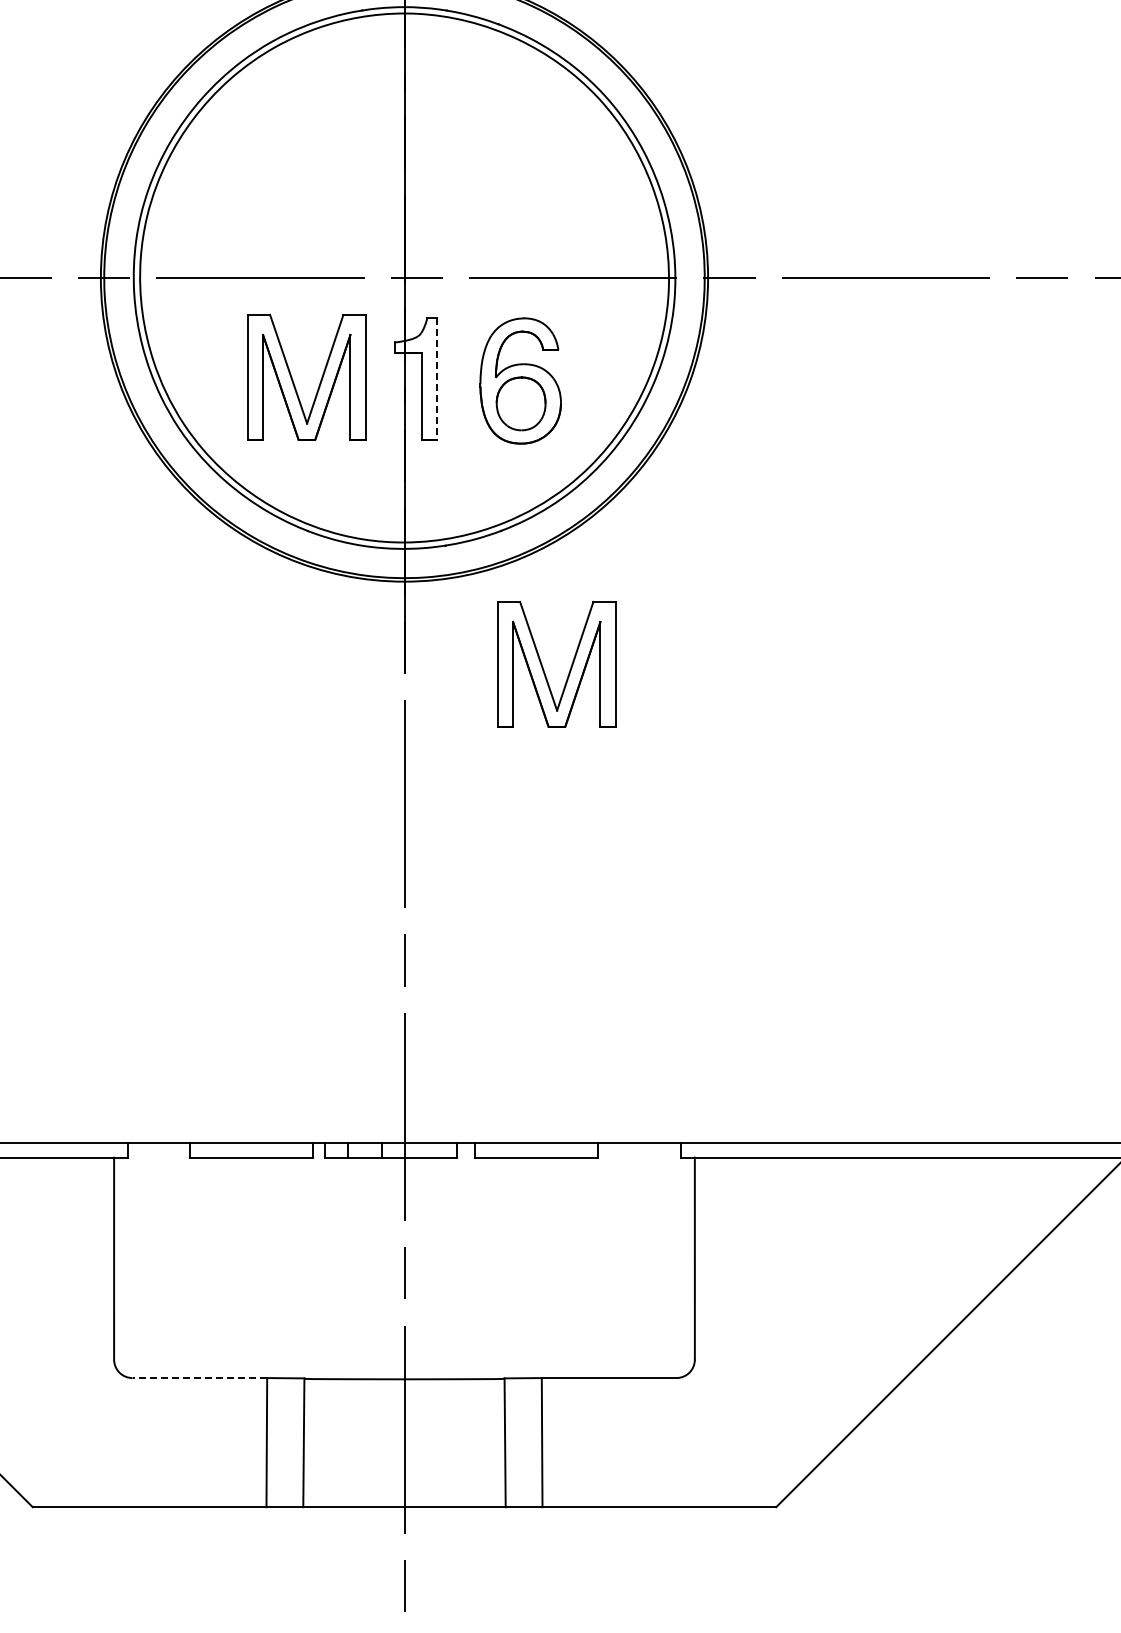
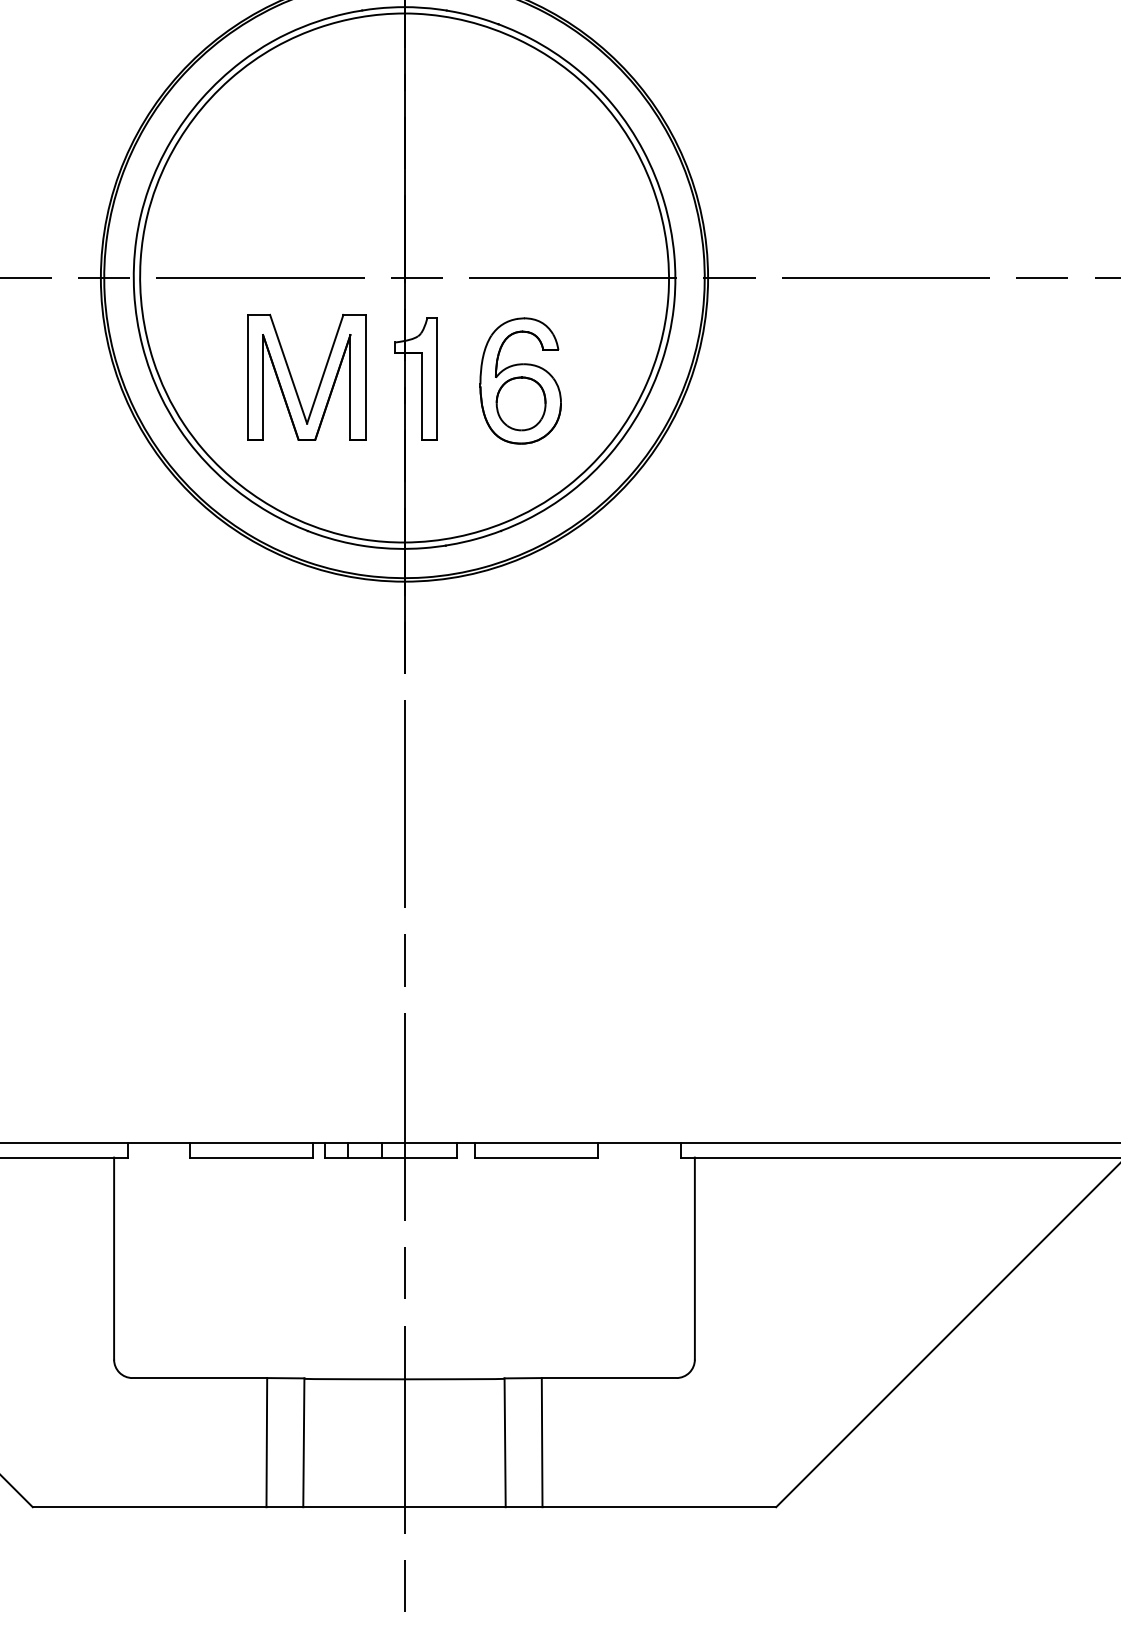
line at (437, 379): dashed -> solid
part at (544, 669): present -> none
line at (199, 1378): dashed -> solid
